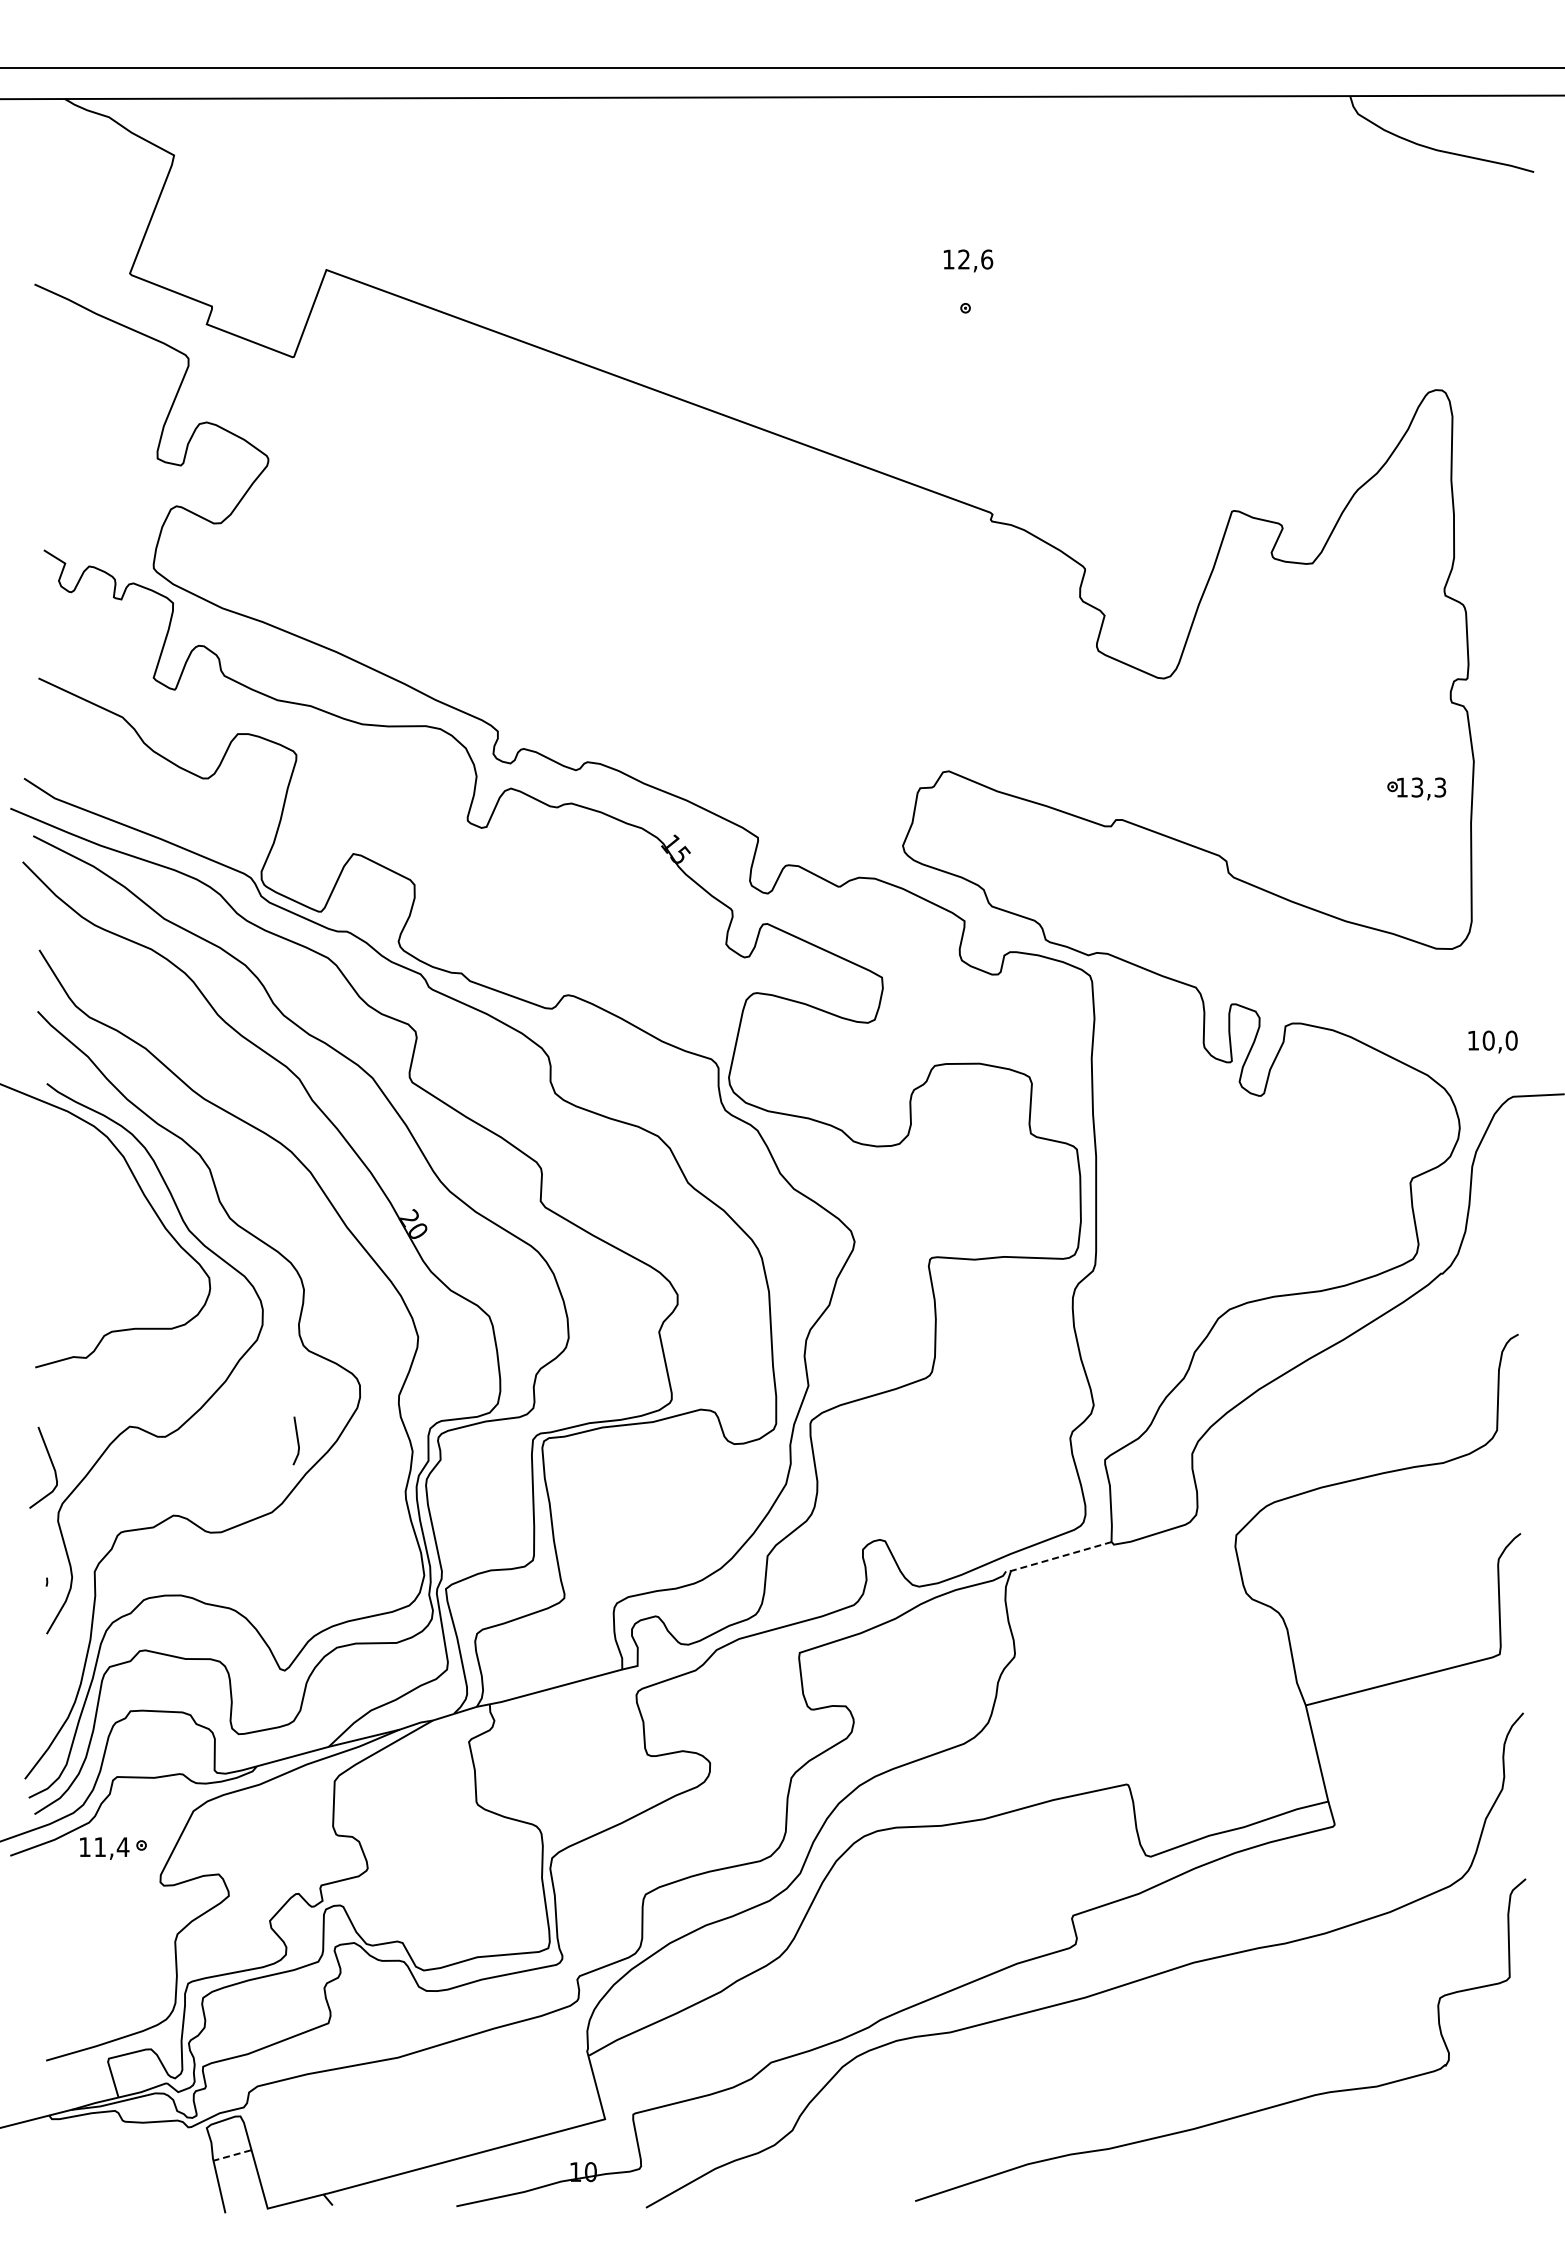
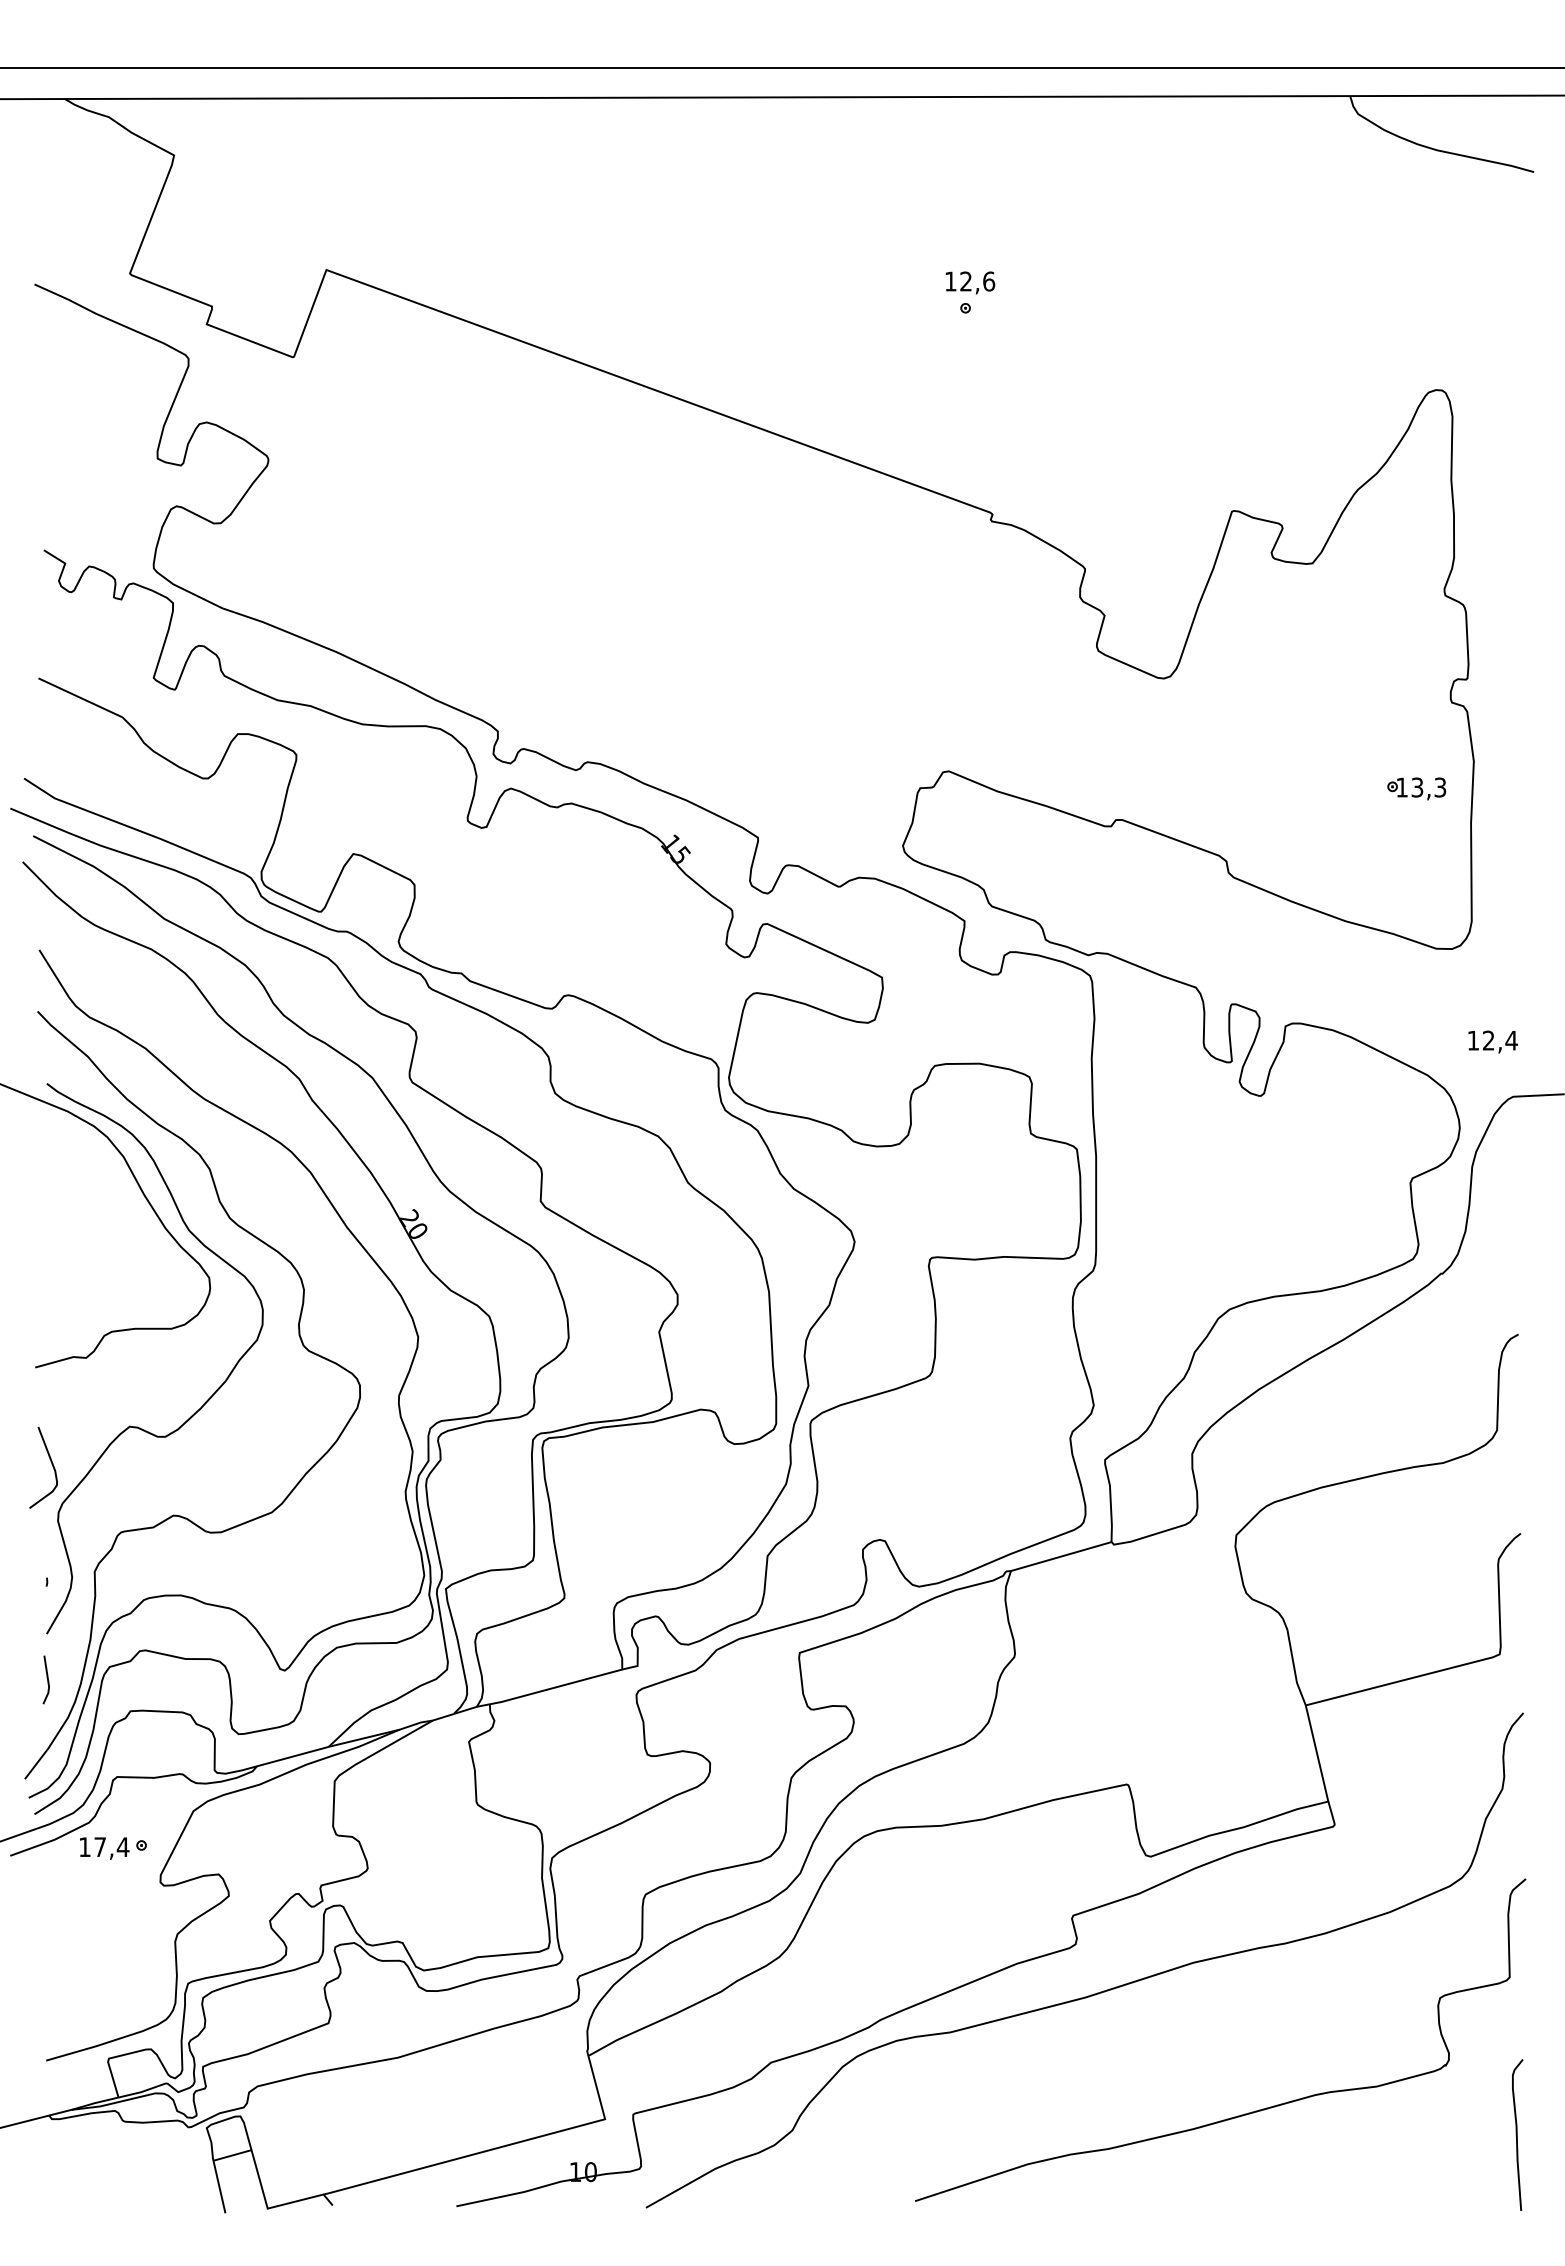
text at (968, 260) position: (968, 260) -> (970, 282)
text at (1499, 1040): 10,0 -> 12,4
line at (296, 1439) position: (296, 1439) -> (46, 1678)
line at (1058, 1557): dashed -> solid
text at (99, 1846): 11,4 -> 17,4
curve at (1517, 2134): none -> present
line at (231, 2155): dashed -> solid
